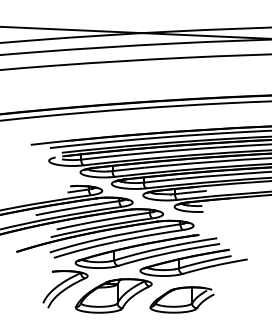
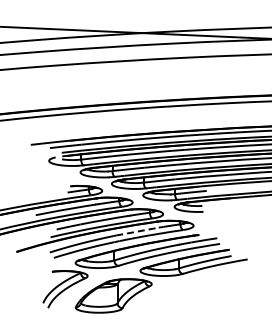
line at (137, 231): solid -> dashed
part at (181, 299): present -> none
